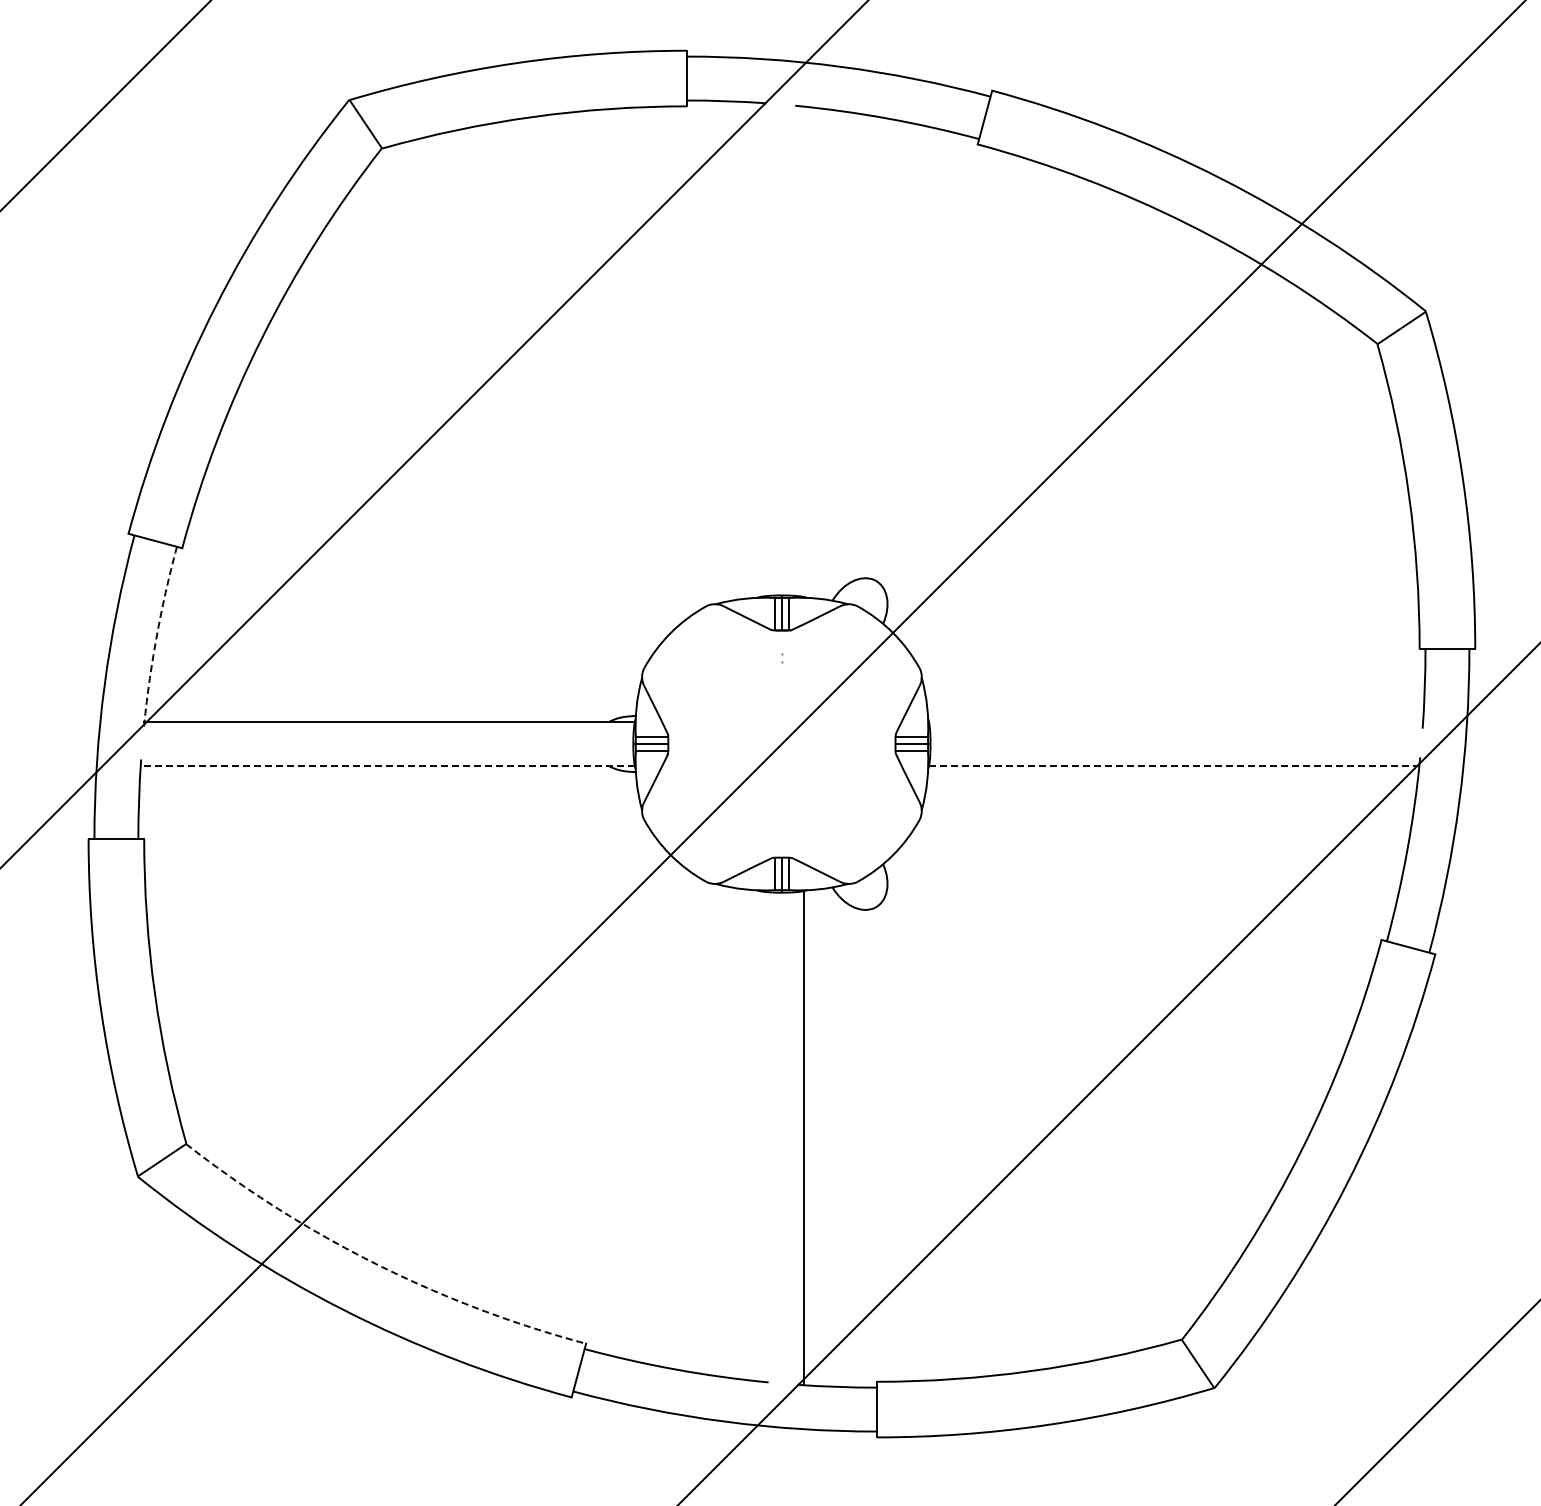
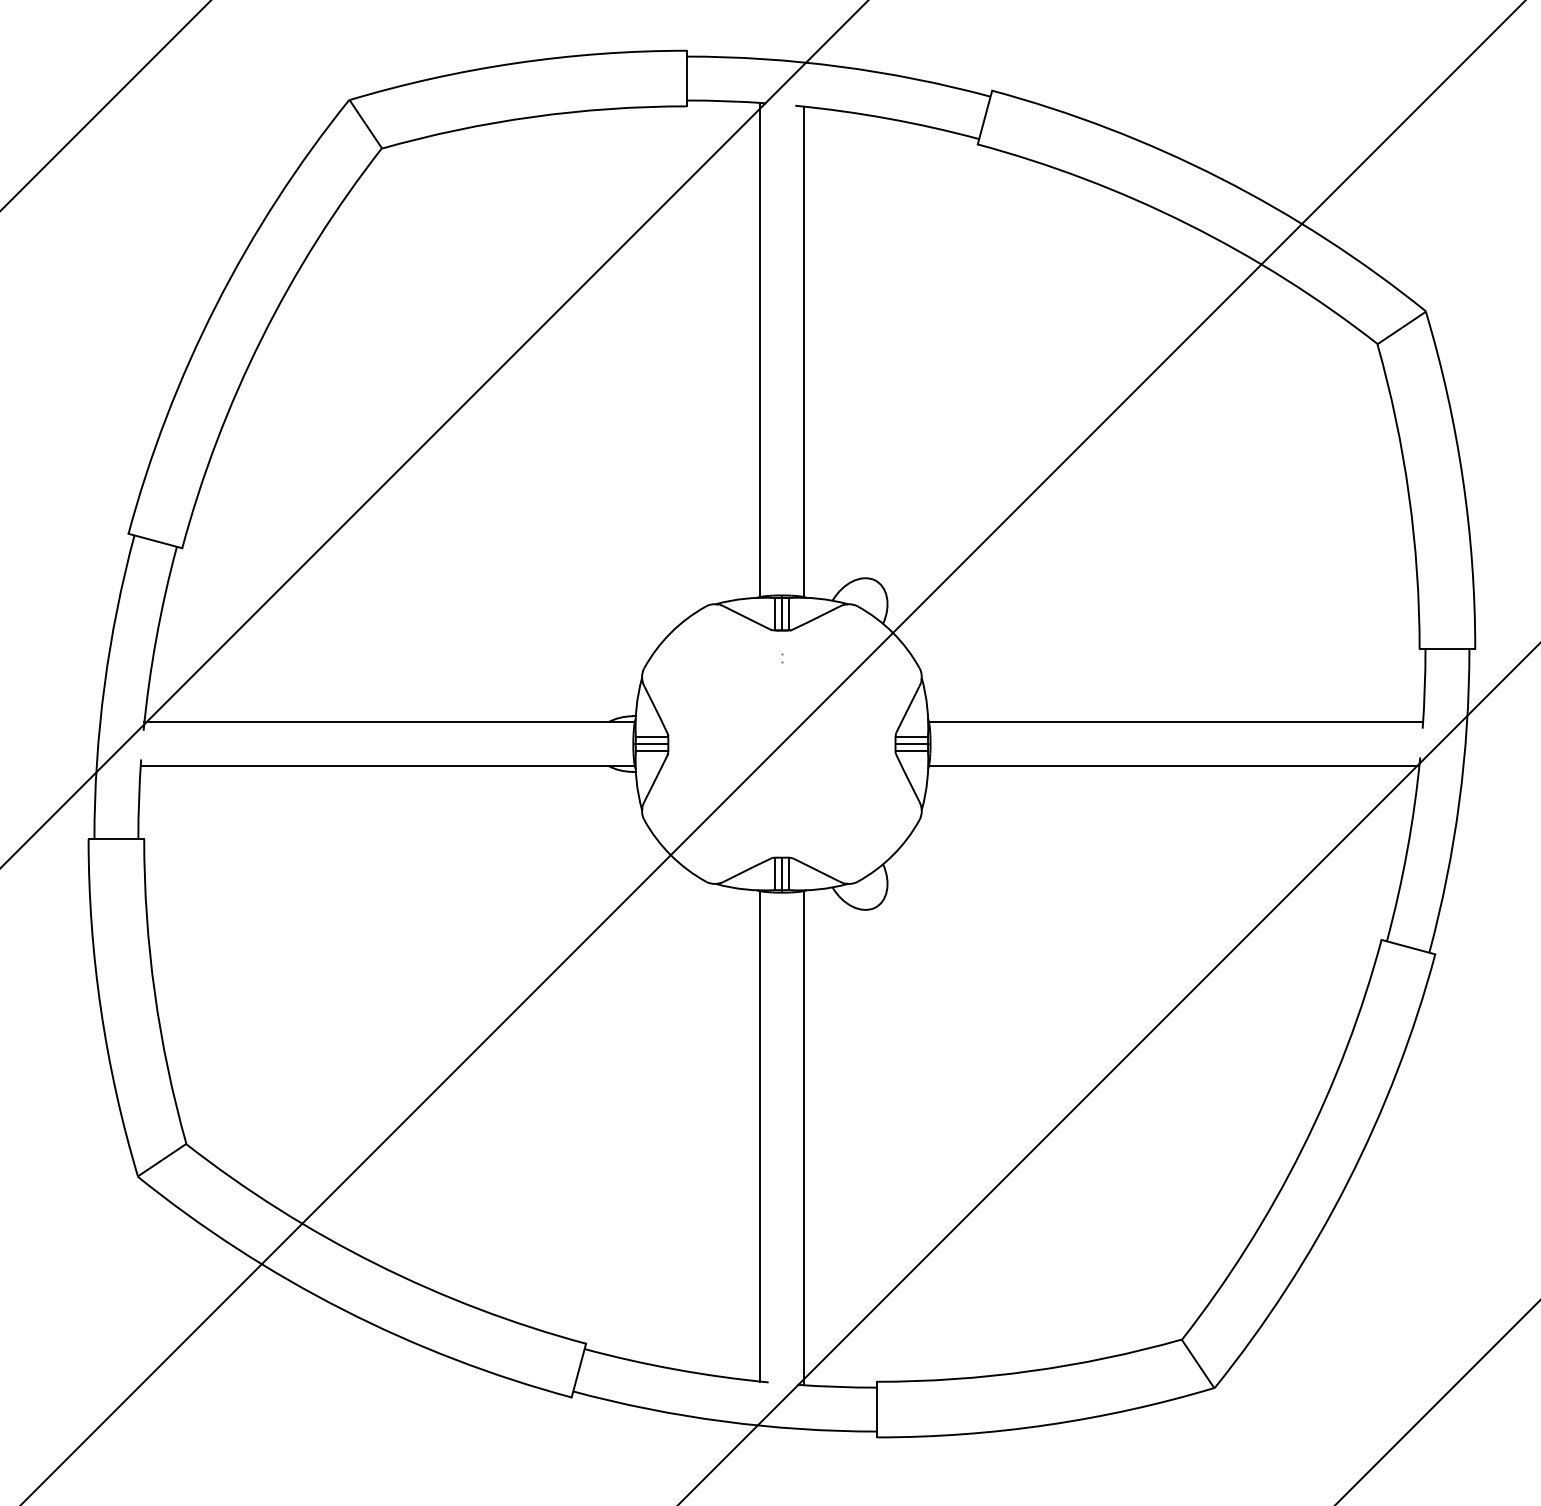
line at (759, 349): none -> present
line at (803, 351): none -> present
arc at (156, 638): dashed -> solid
line at (1175, 722): none -> present
line at (387, 766): dashed -> solid
line at (1174, 766): dashed -> solid
line at (759, 1136): none -> present
arc at (376, 1264): dashed -> solid
